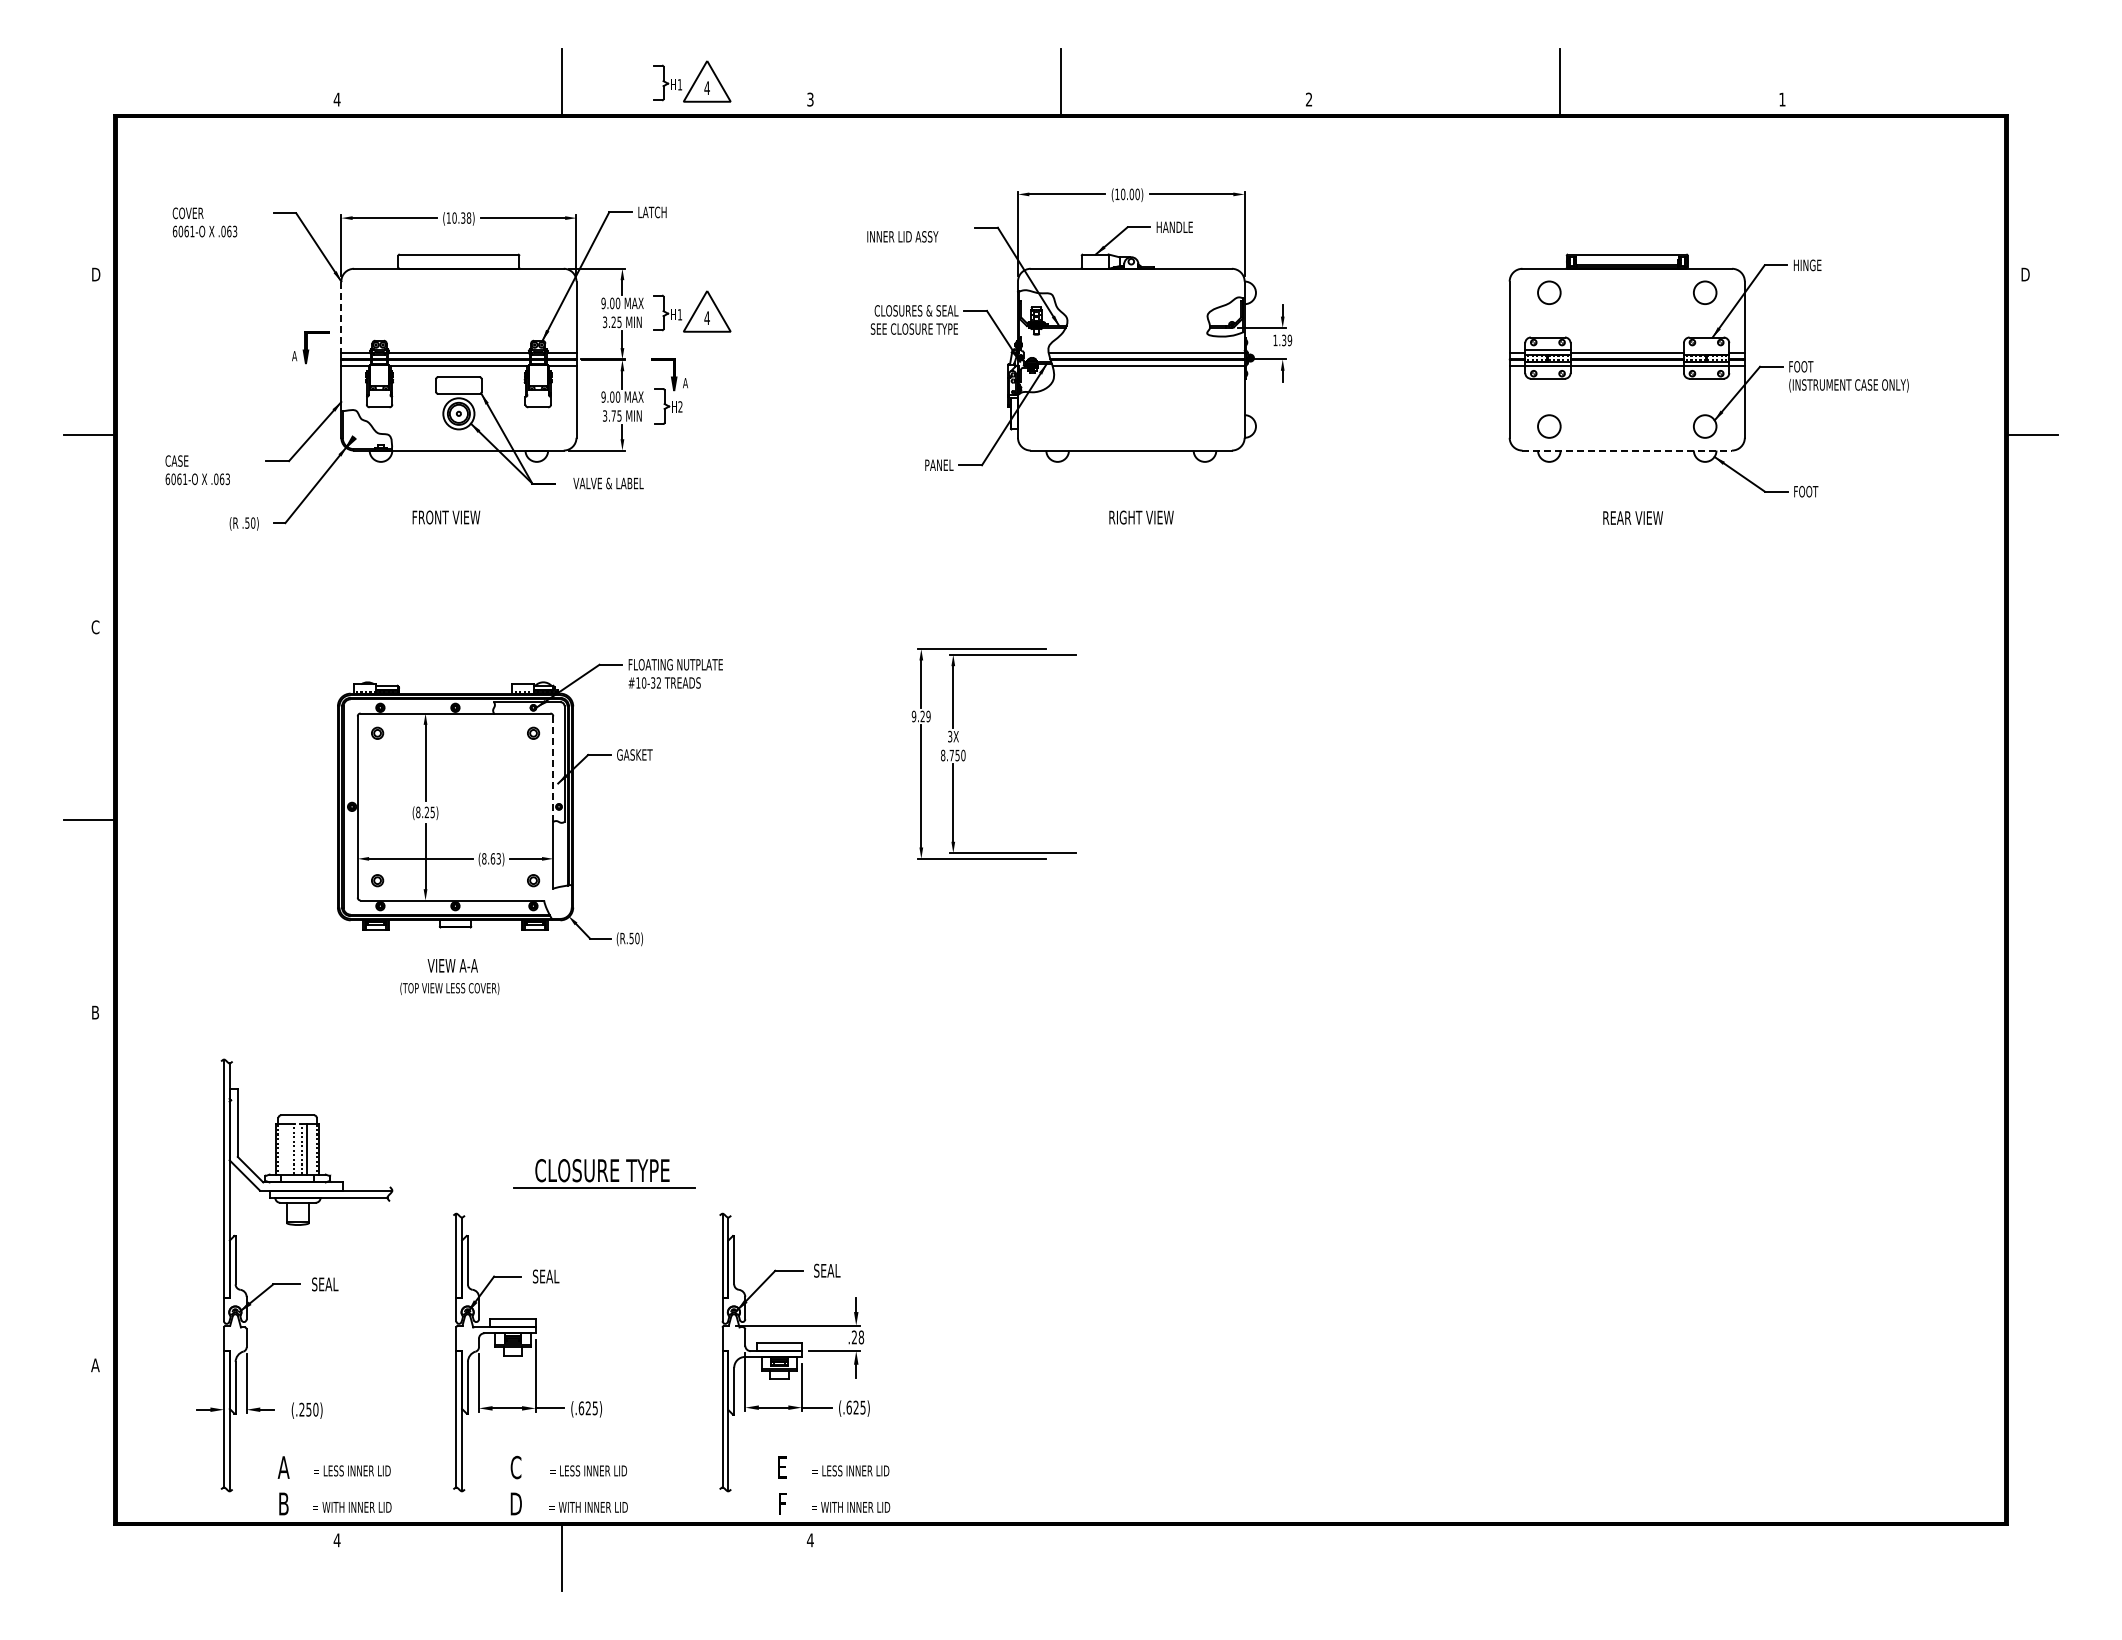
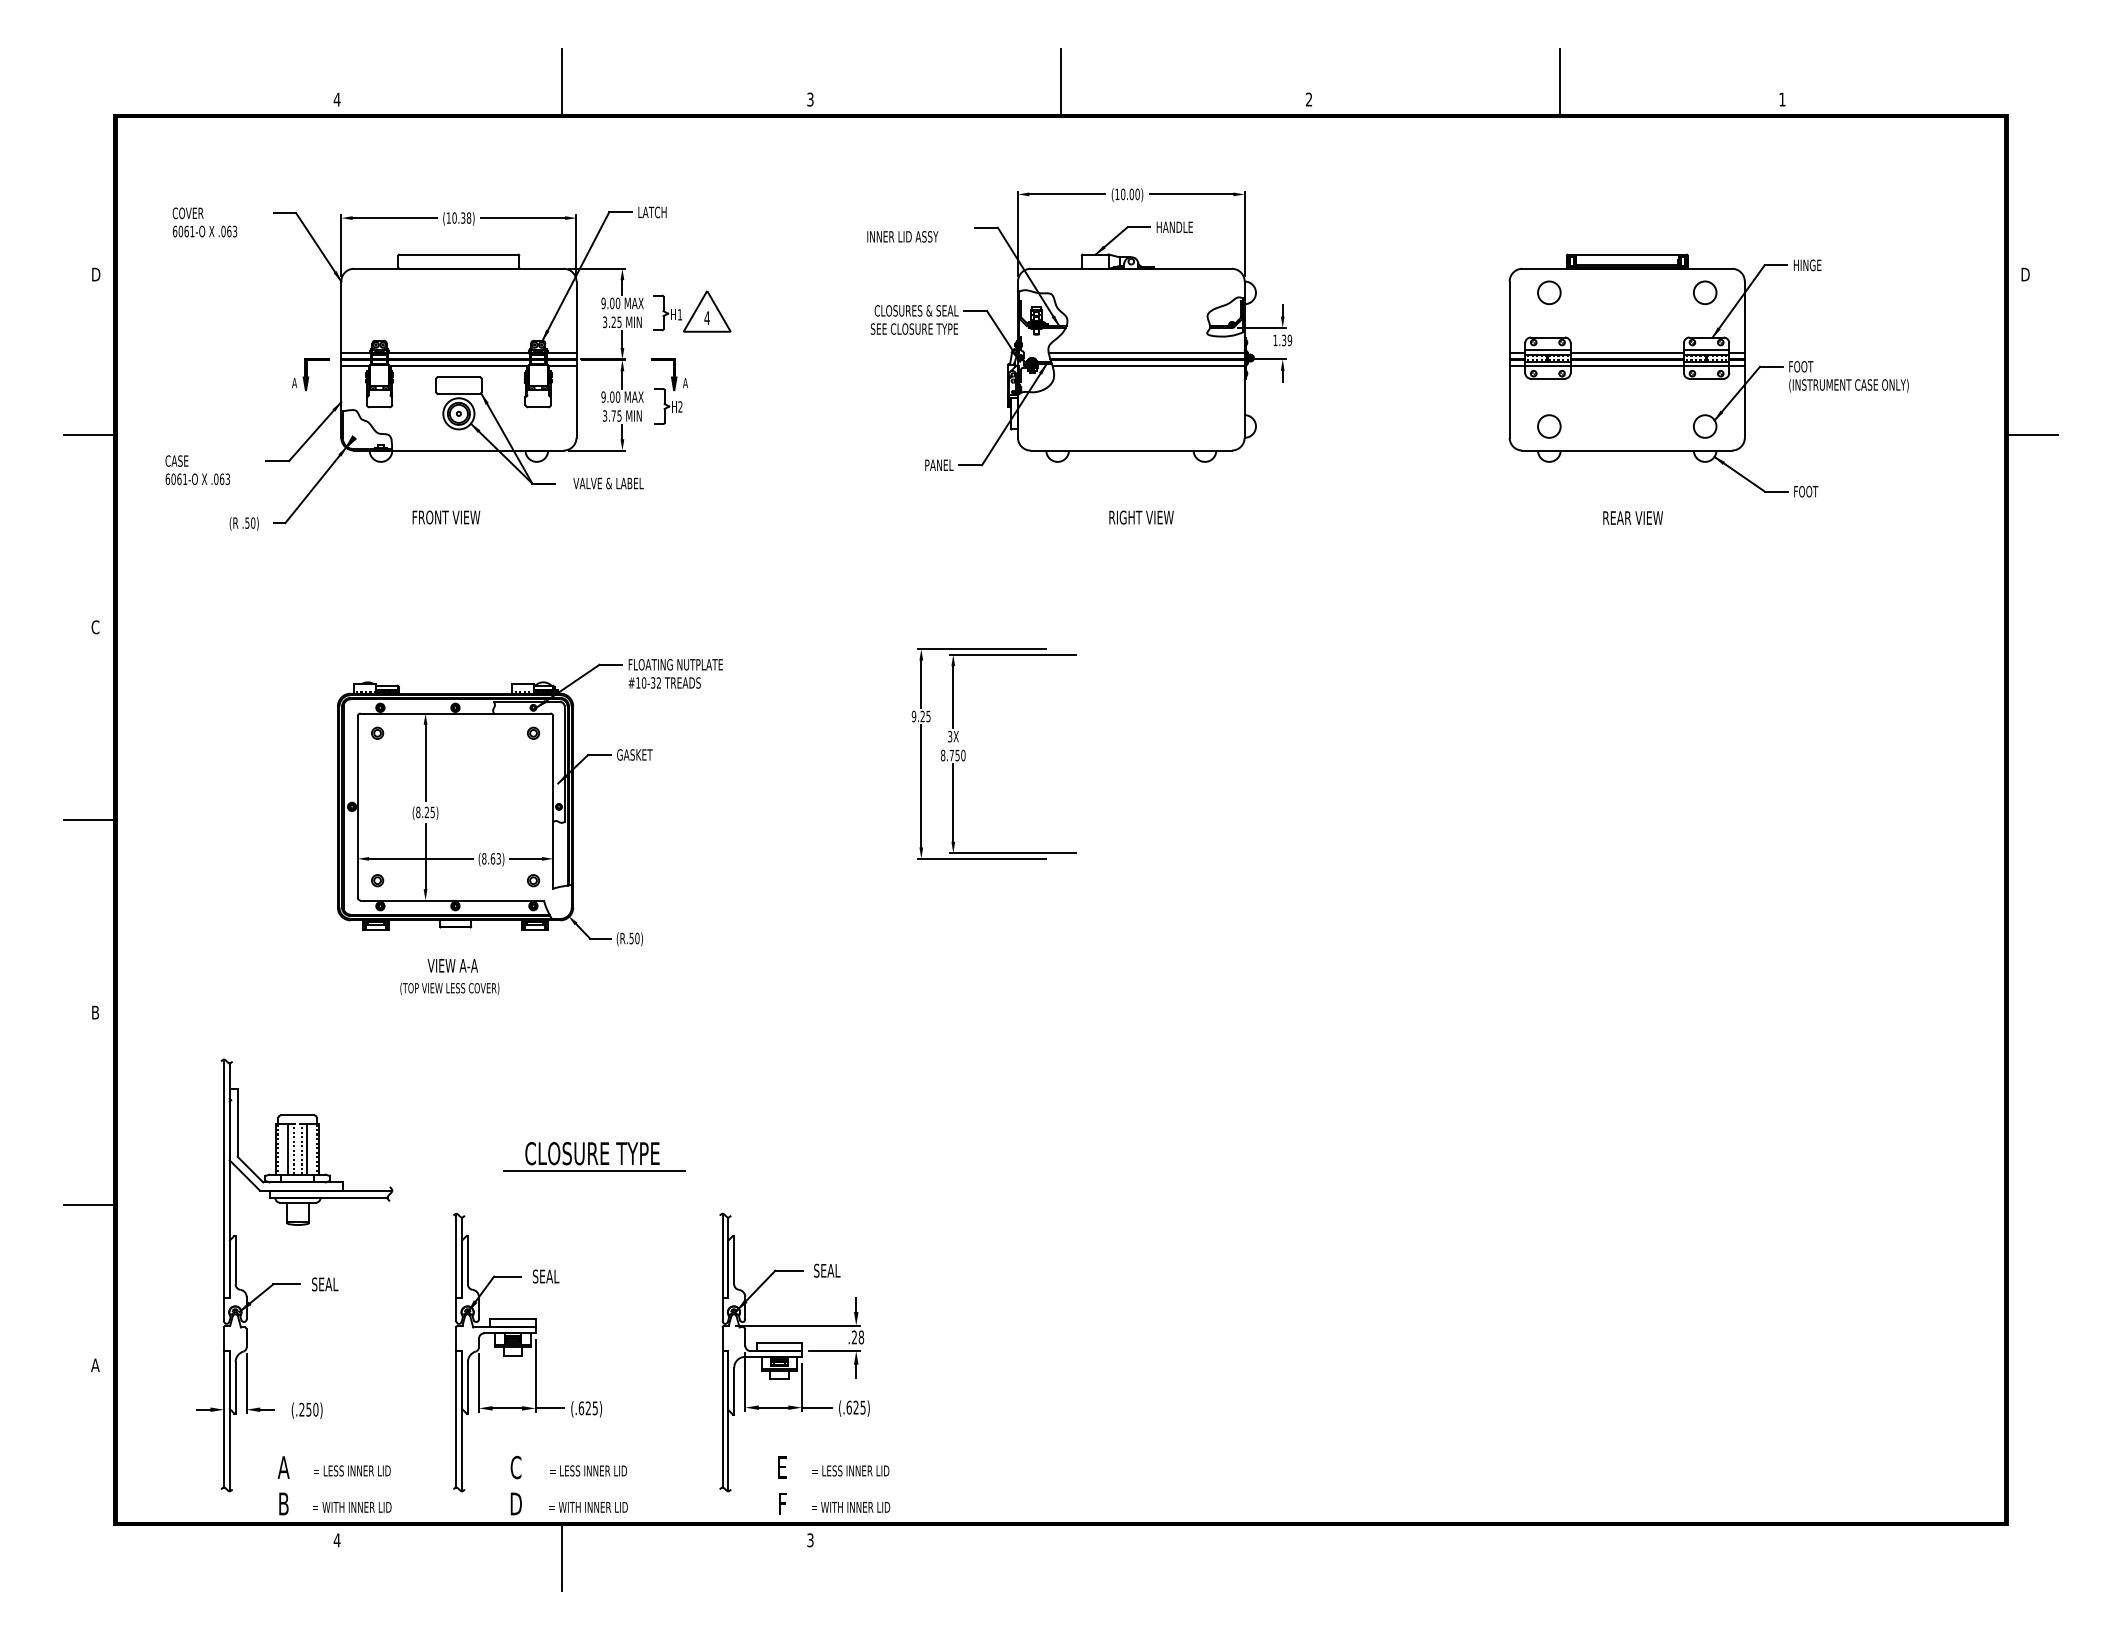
part at (692, 81): present -> none
line at (341, 317): dashed -> solid
part at (310, 347) position: (310, 347) -> (310, 374)
line at (1706, 350): none -> present
line at (1627, 450): dashed -> solid
text at (928, 715): 9.29 -> 9.25
line at (553, 769): dashed -> solid
line at (288, 1149): none -> present
part at (604, 1173) position: (604, 1173) -> (594, 1156)
line at (88, 1205): none -> present
text at (809, 1540): 4 -> 3
